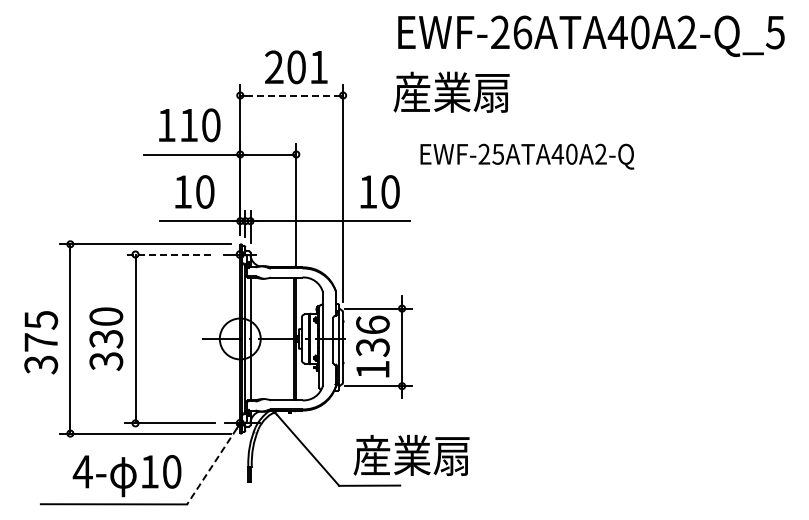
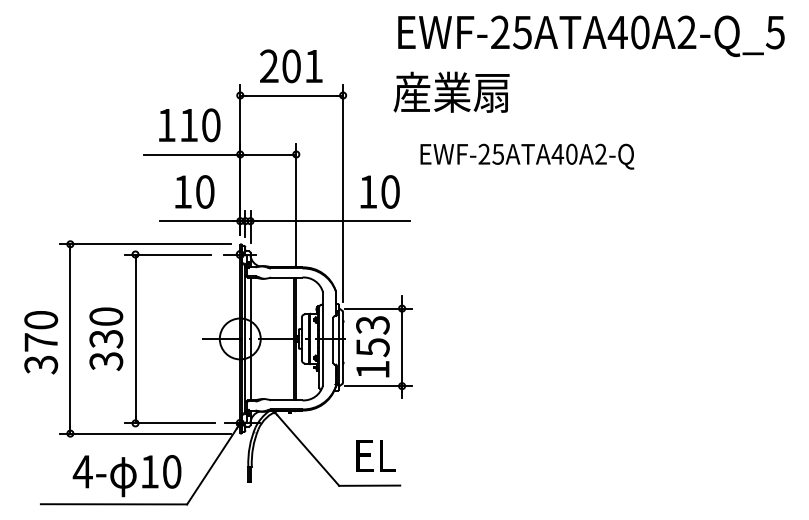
text at (522, 32): EWF-26ATA40A2-Q_5 -> EWF-25ATA40A2-Q_5
text at (296, 67) position: (296, 67) -> (291, 66)
line at (292, 95): dashed -> solid
line at (167, 254): dashed -> solid
text at (41, 320): 375 -> 370
text at (372, 335): 136 -> 153
text at (411, 454): 産業扇 -> EL
line at (211, 466): dashed -> solid
